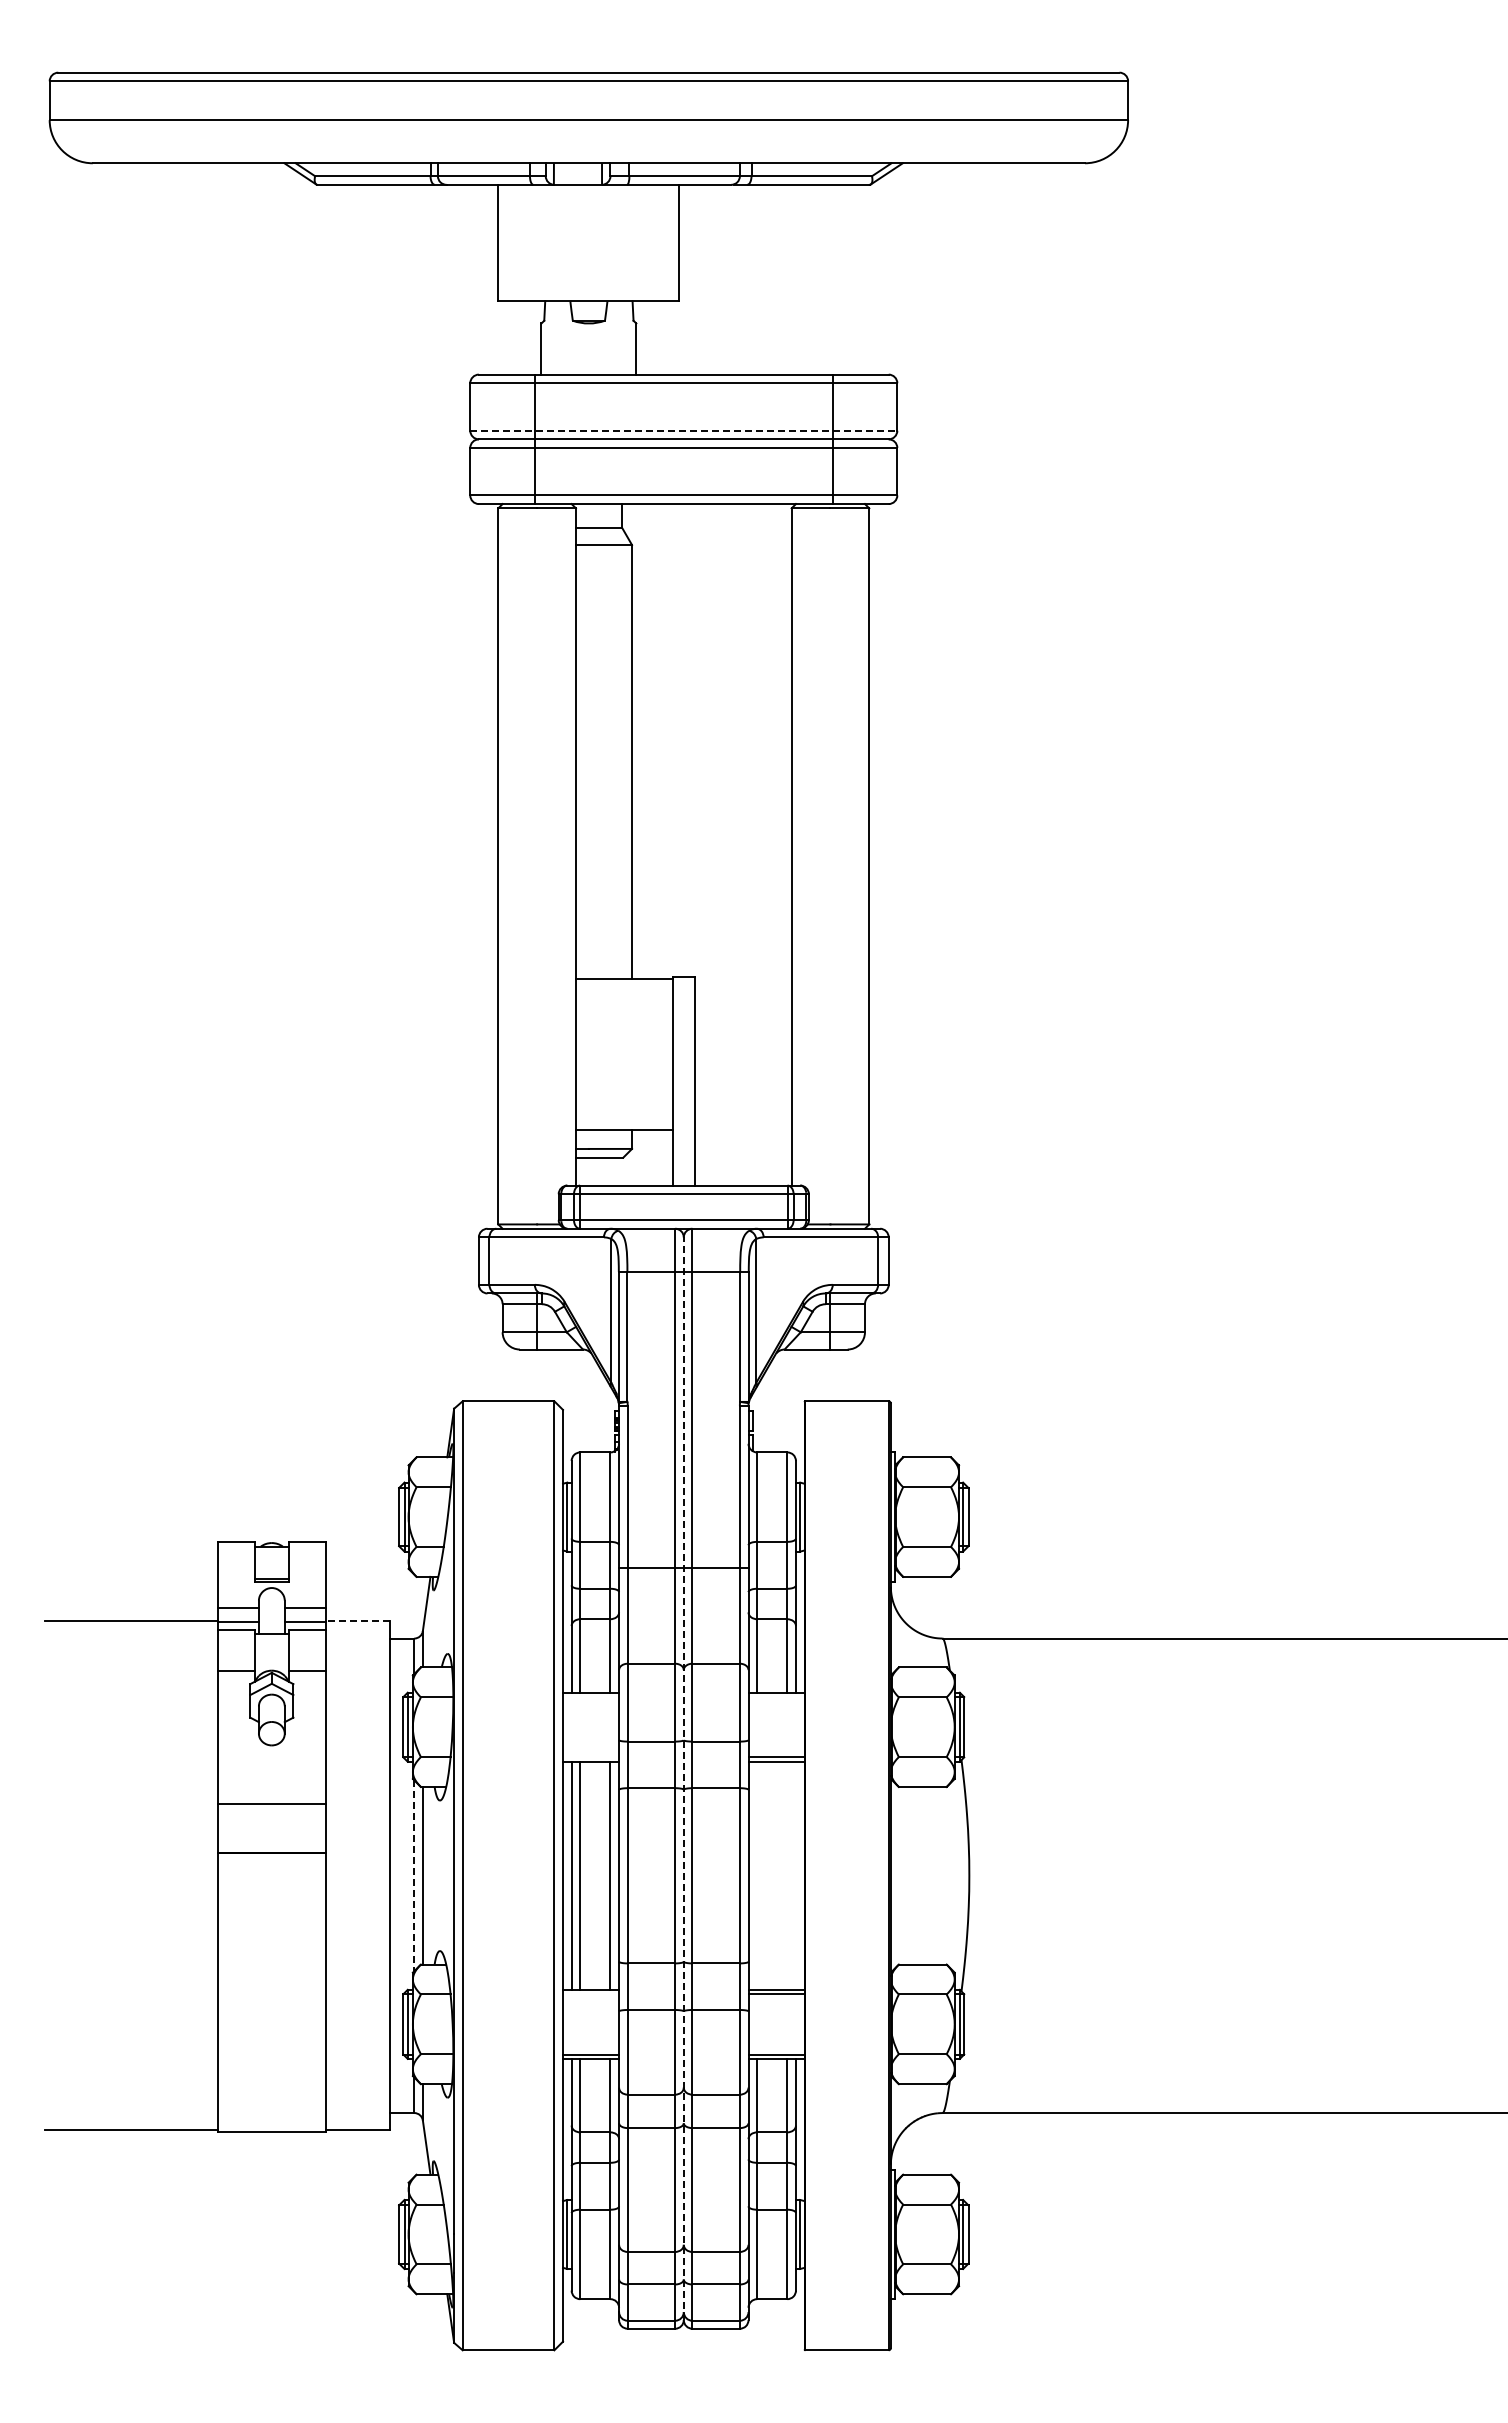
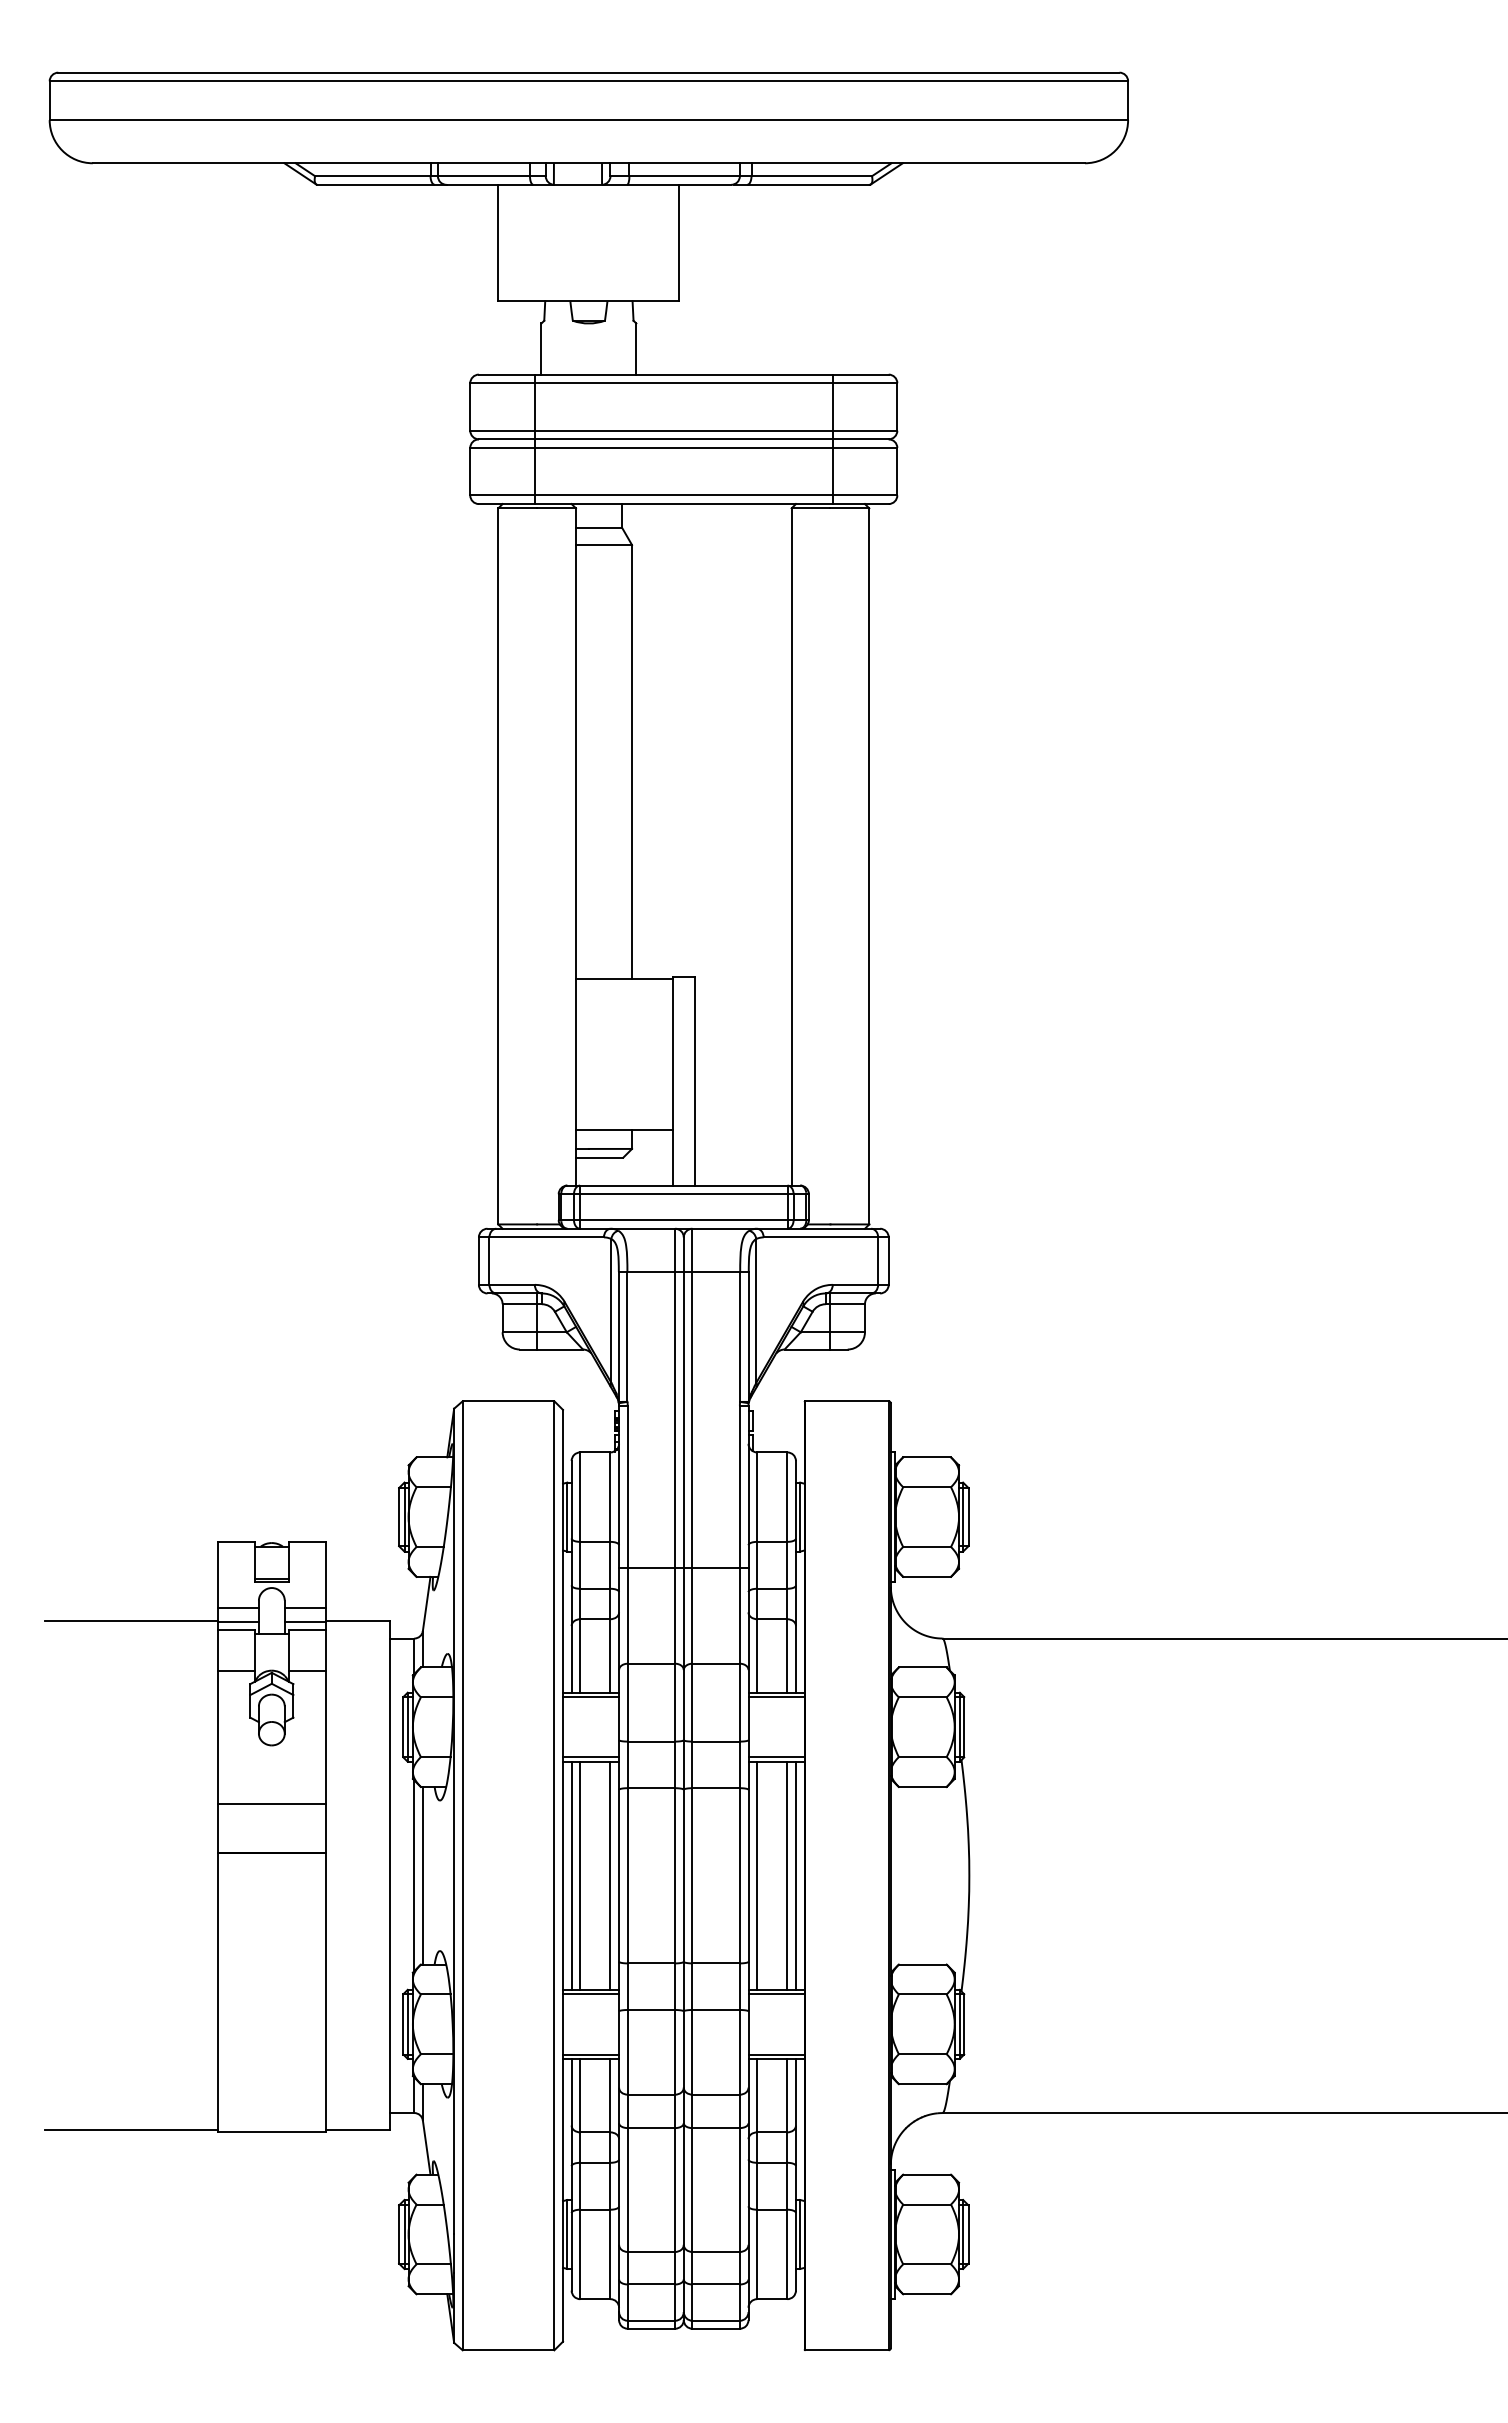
line at (683, 430): dashed -> solid
line at (357, 1621): dashed -> solid
line at (591, 1697): none -> present
line at (776, 1697): none -> present
line at (591, 1757): none -> present
line at (683, 1778): dashed -> solid
line at (757, 1875): none -> present
line at (787, 1875): none -> present
line at (795, 1875): none -> present
line at (414, 1876): dashed -> solid
line at (591, 1994): none -> present
